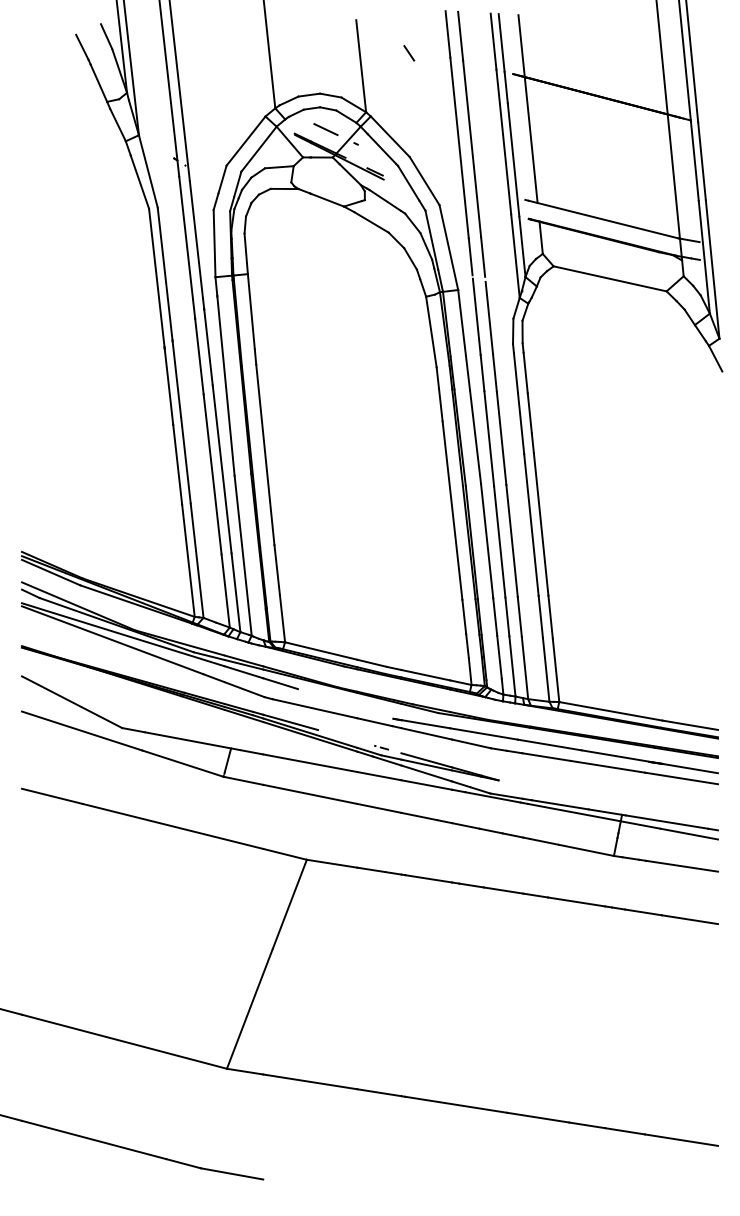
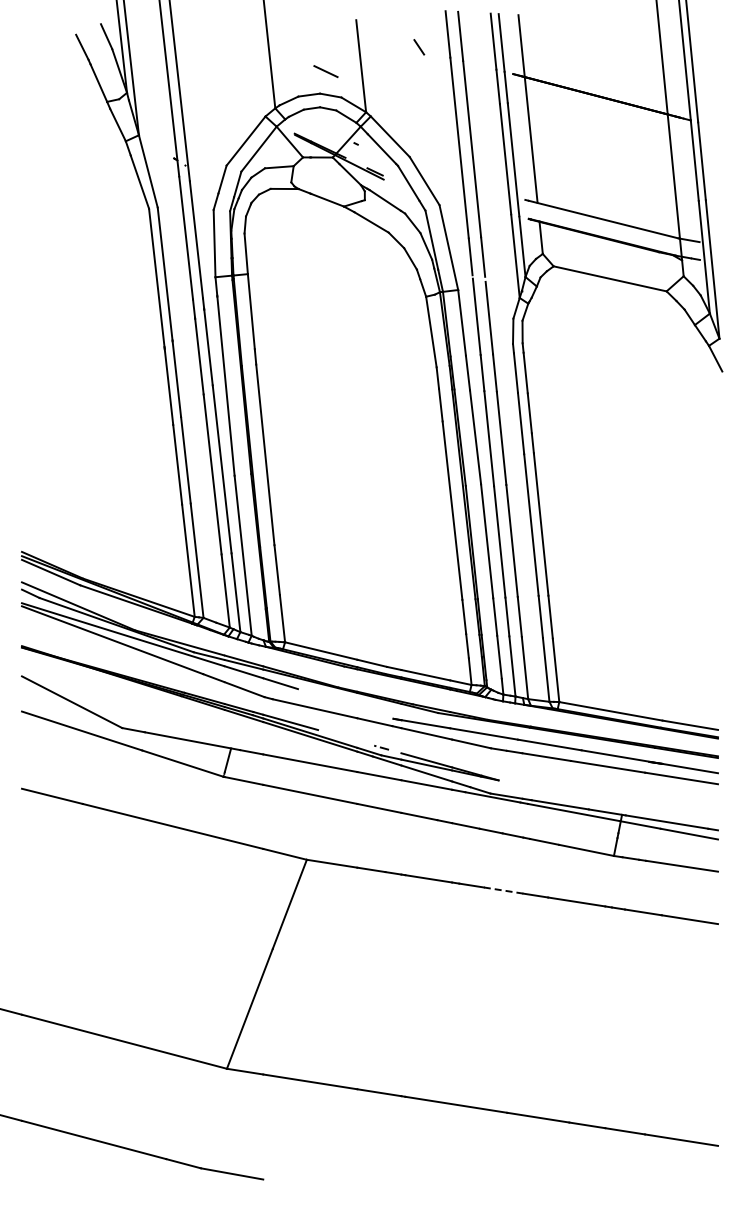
line at (409, 53) position: (409, 53) -> (419, 47)
line at (325, 129) position: (325, 129) -> (325, 71)
line at (503, 890): solid -> dashed
